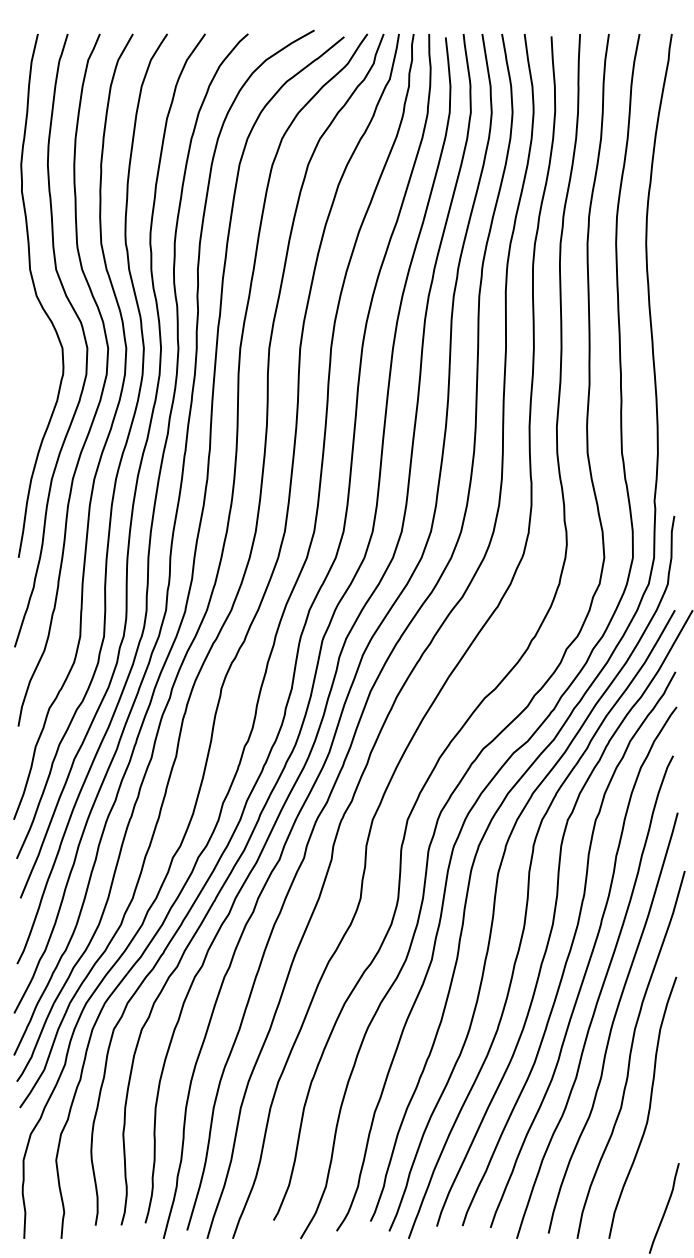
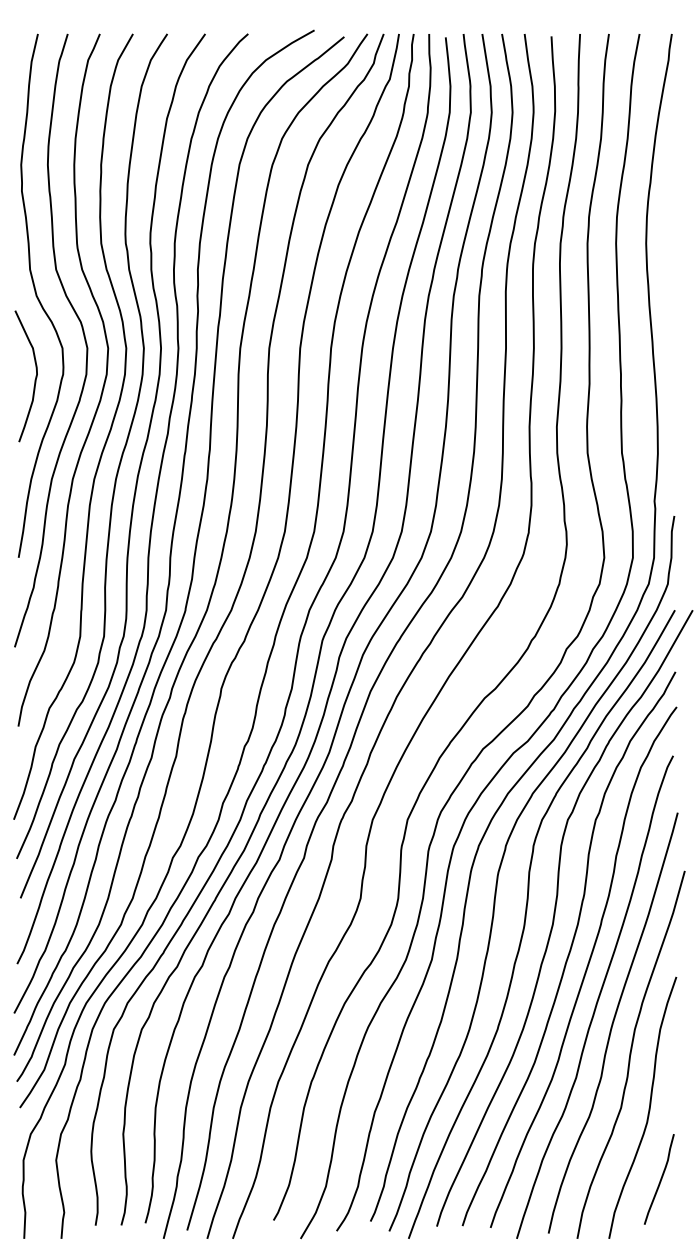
curve at (34, 379): none -> present
curve at (664, 1209) position: (664, 1209) -> (659, 1180)
